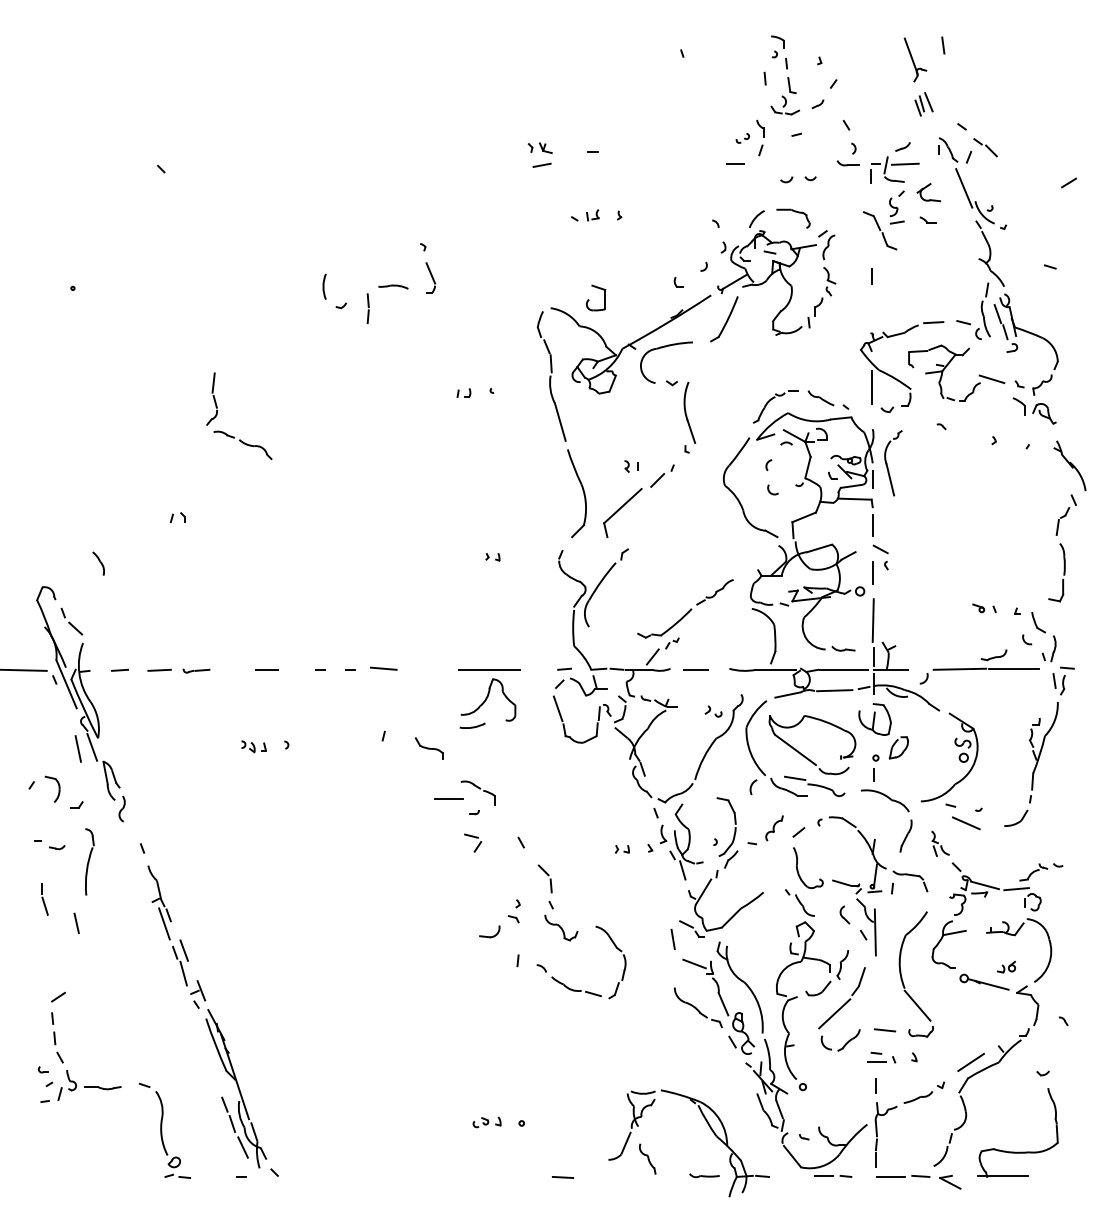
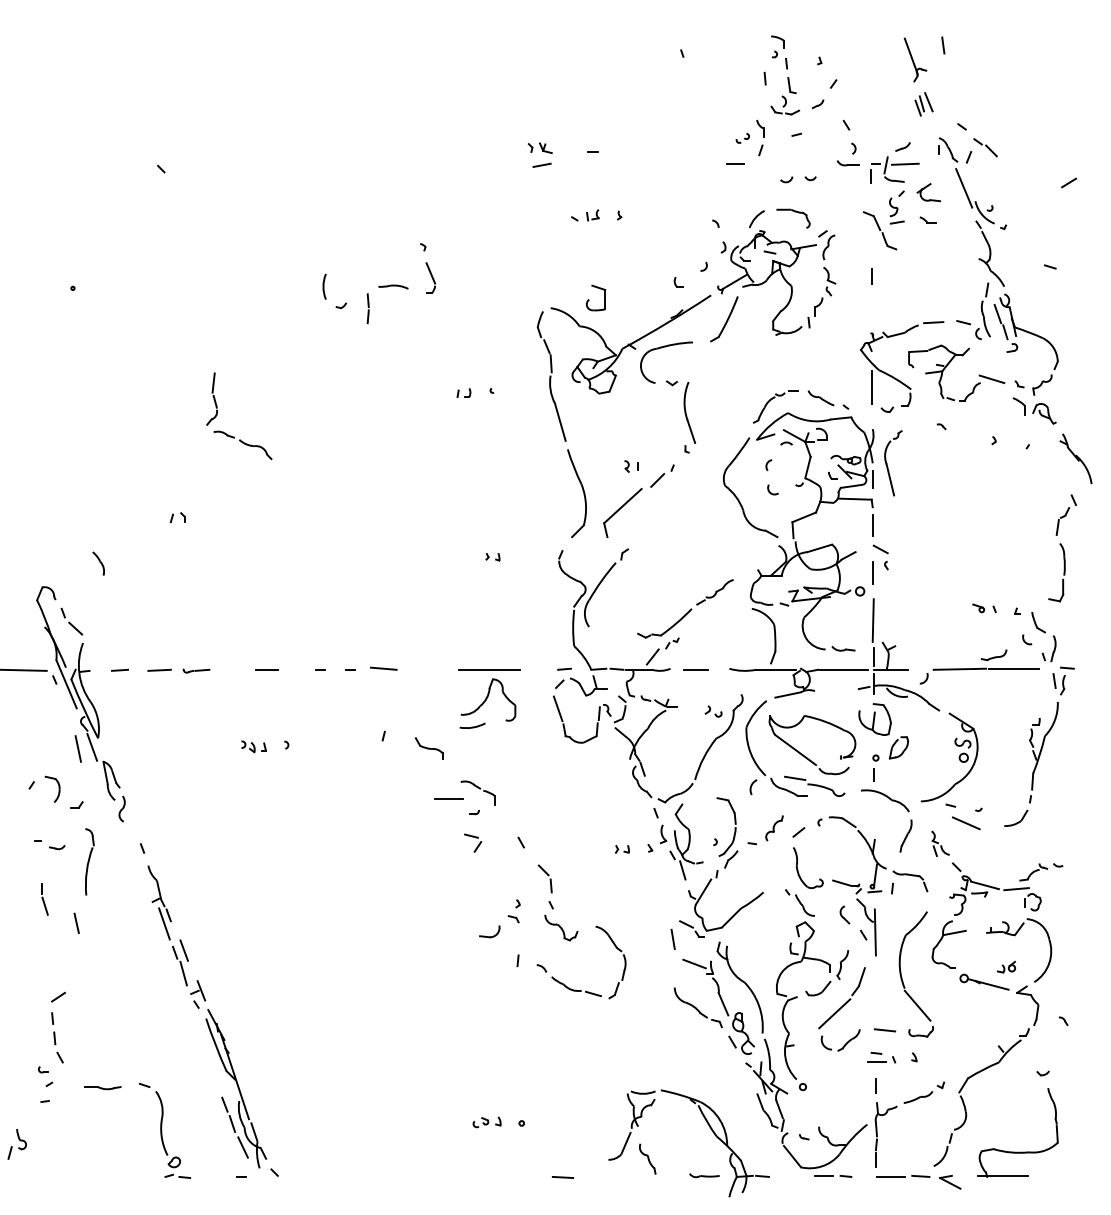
part at (1069, 465) position: (1069, 465) -> (1075, 458)
line at (834, 690): present -> none
line at (970, 1062): present -> none
part at (66, 1085) position: (66, 1085) -> (16, 1144)
